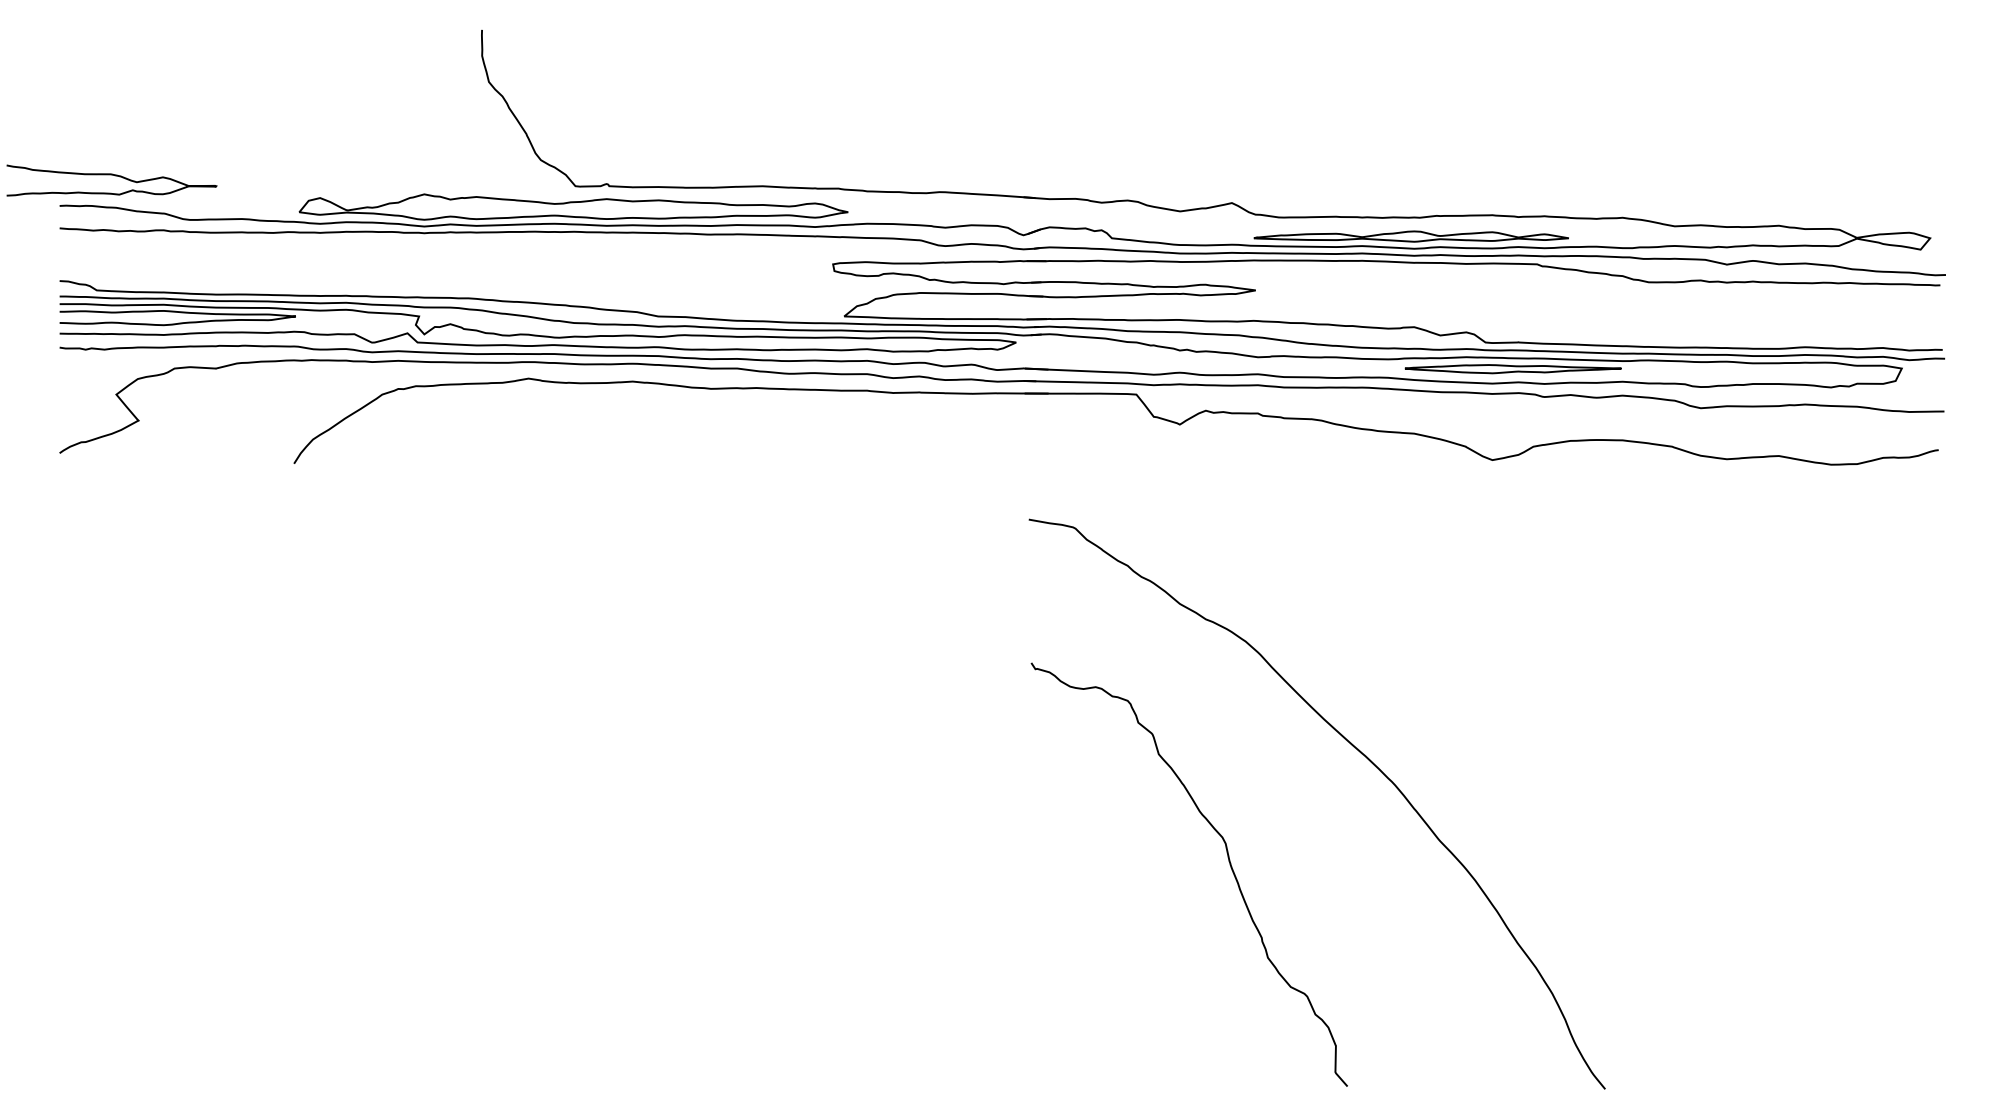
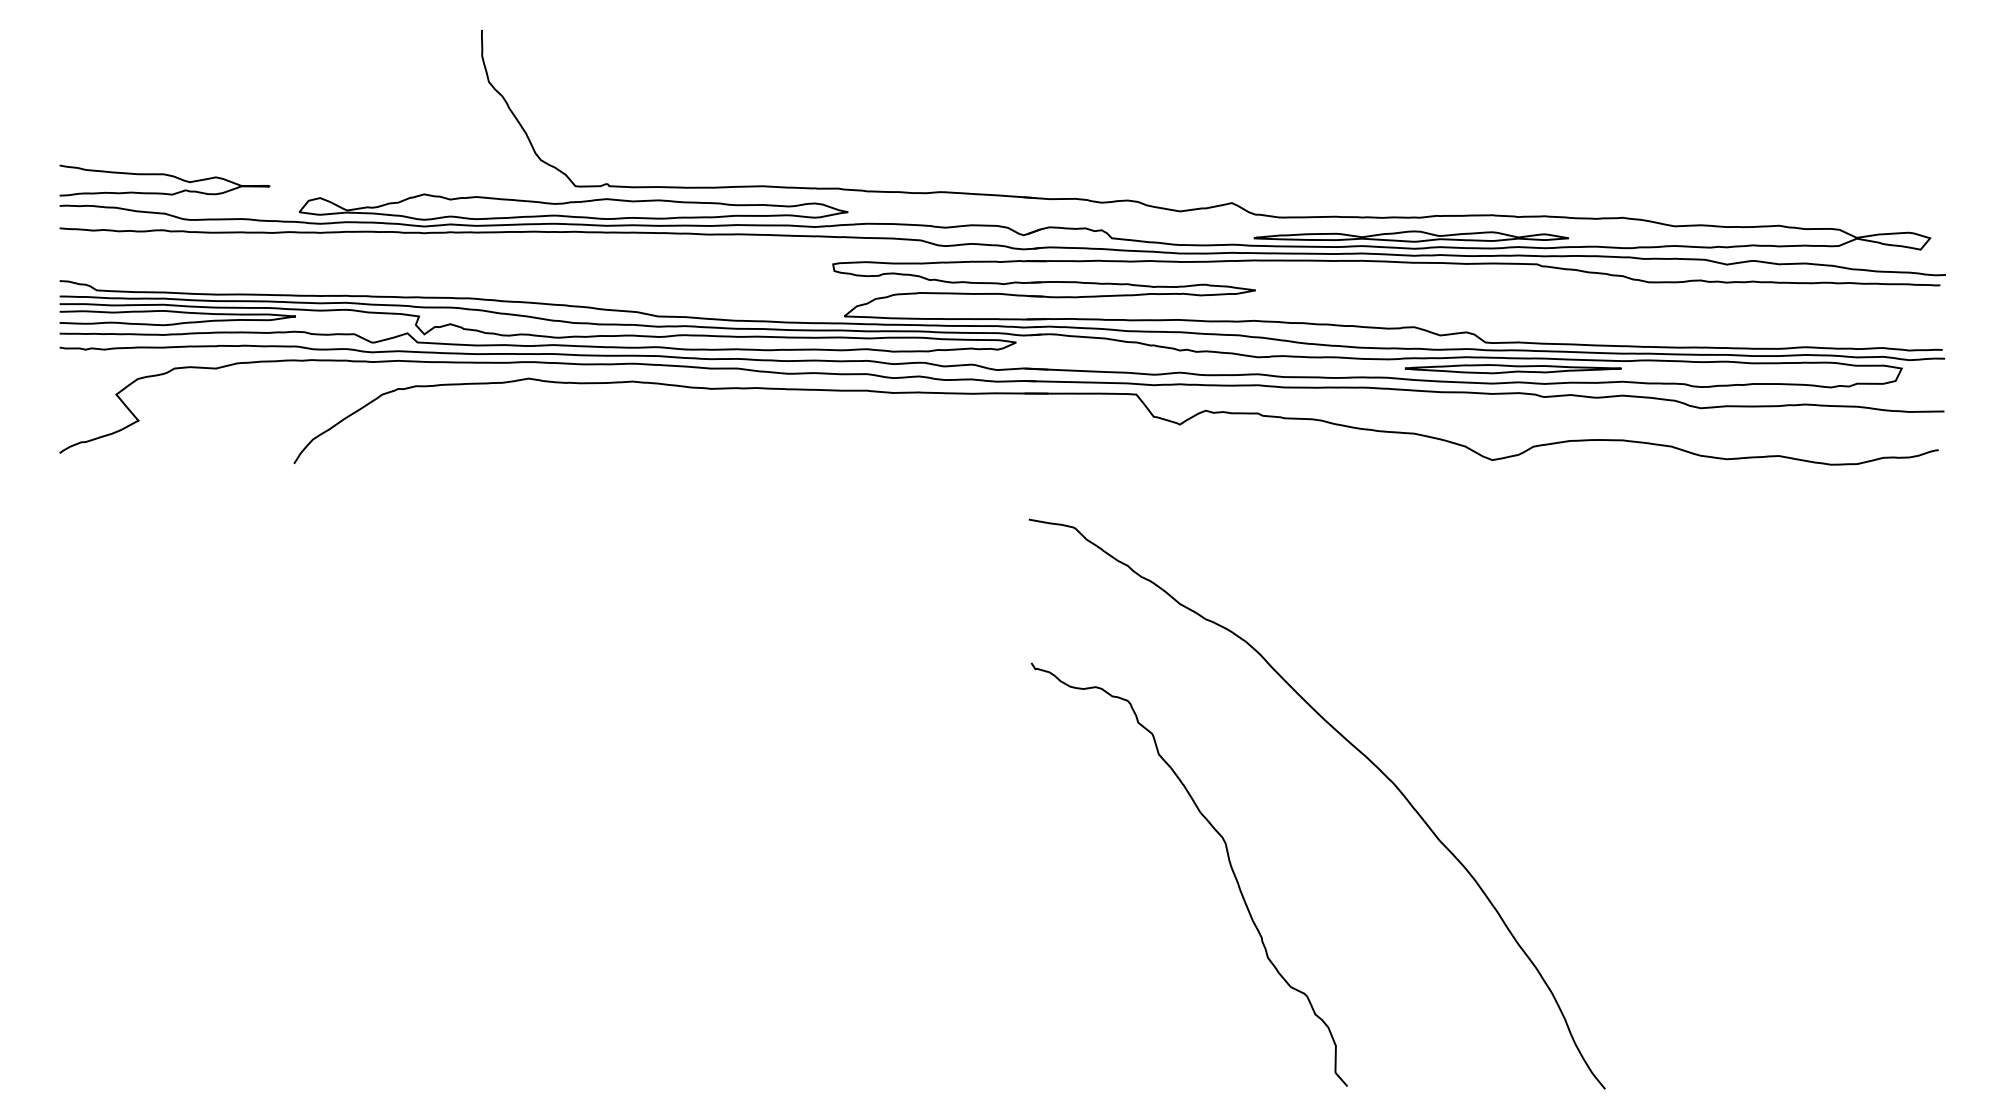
curve at (111, 175) position: (111, 175) -> (164, 175)
